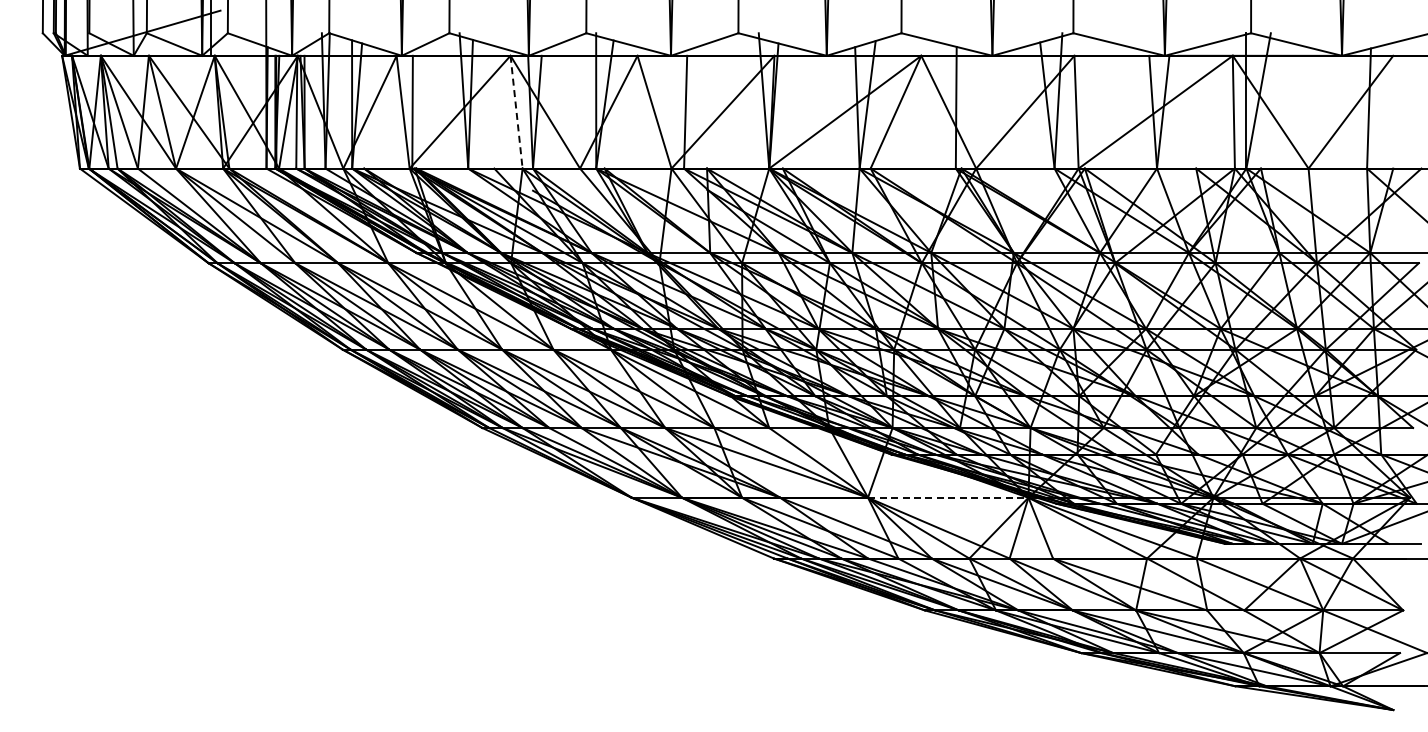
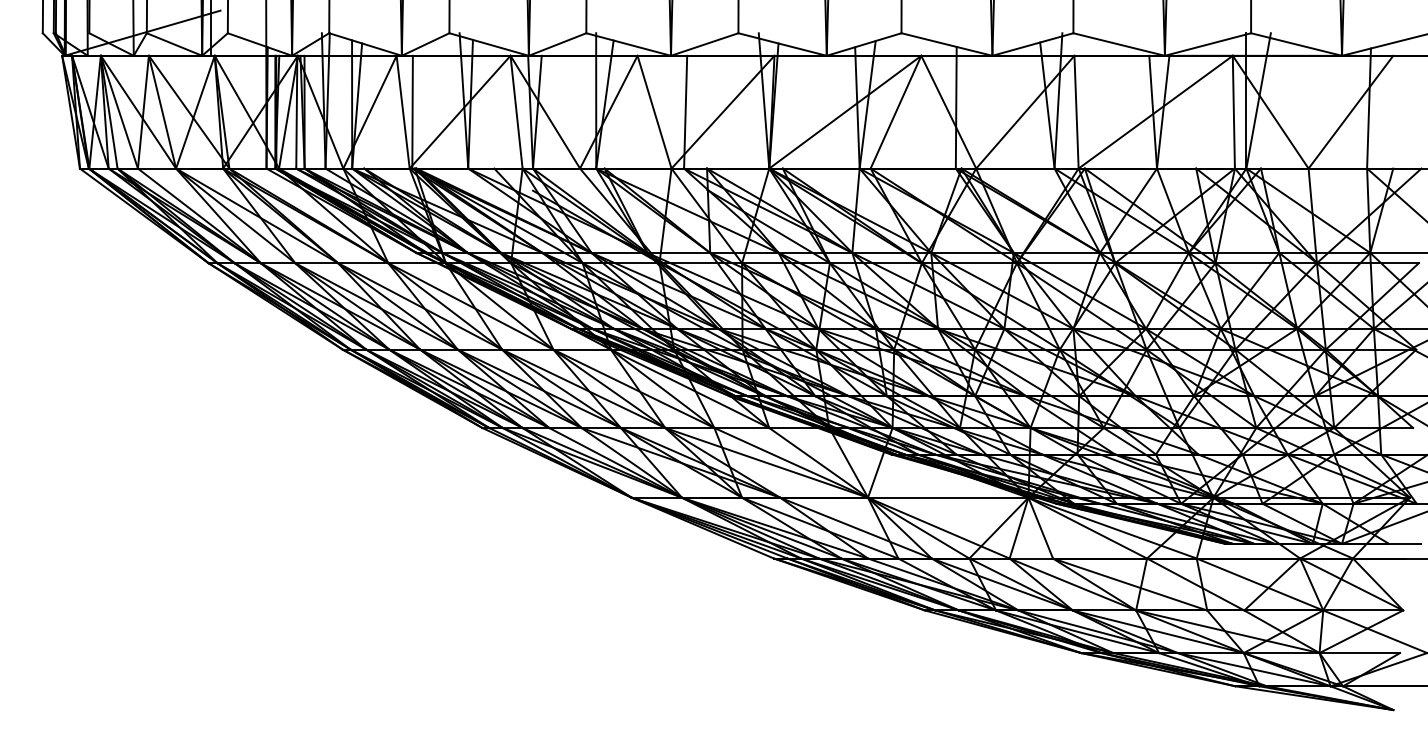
line at (516, 112): dashed -> solid
line at (948, 497): dashed -> solid
